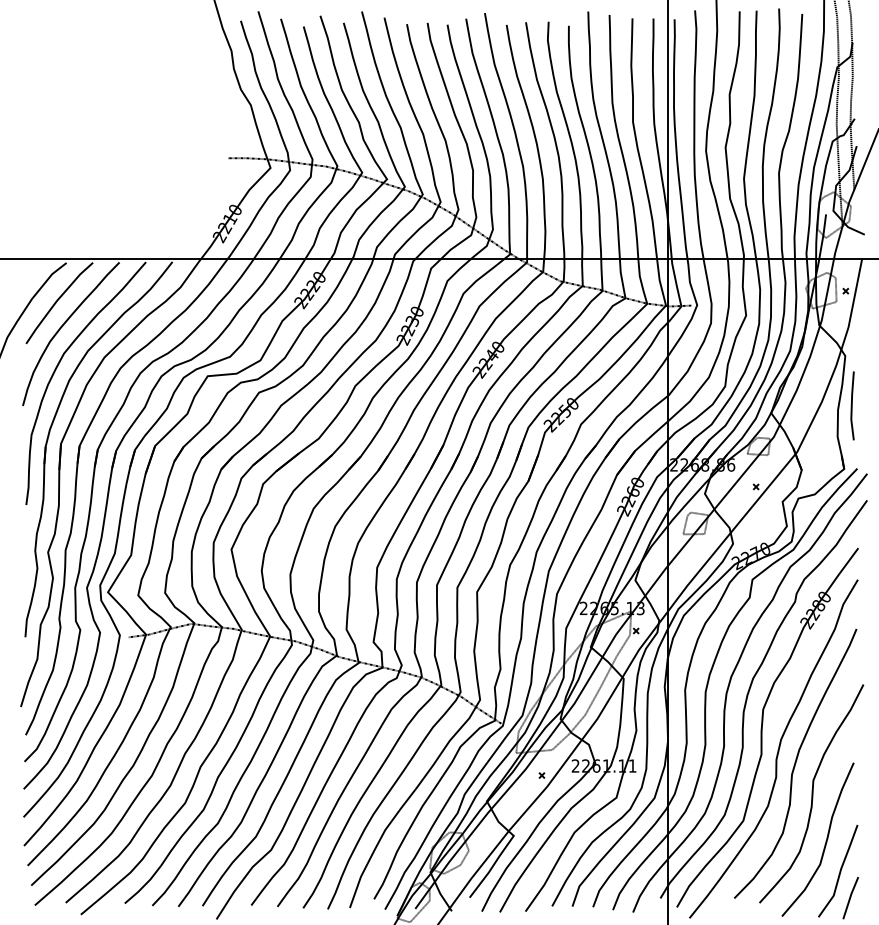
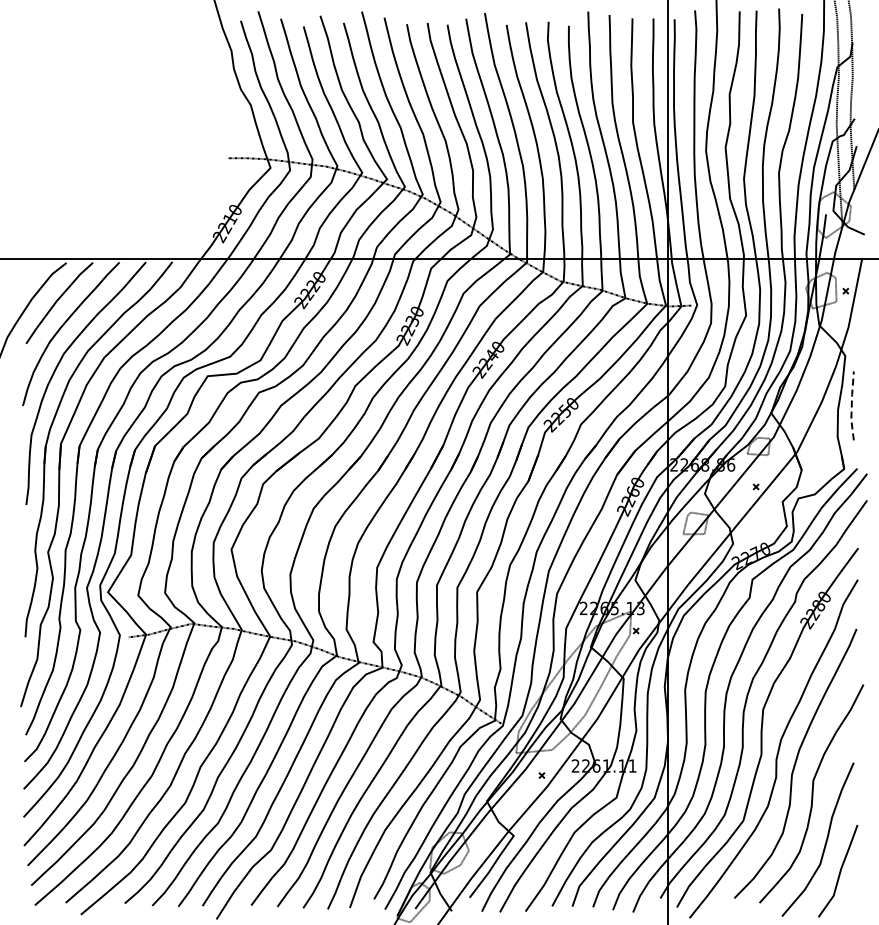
line at (851, 405): solid -> dashed
line at (850, 898): present -> none
